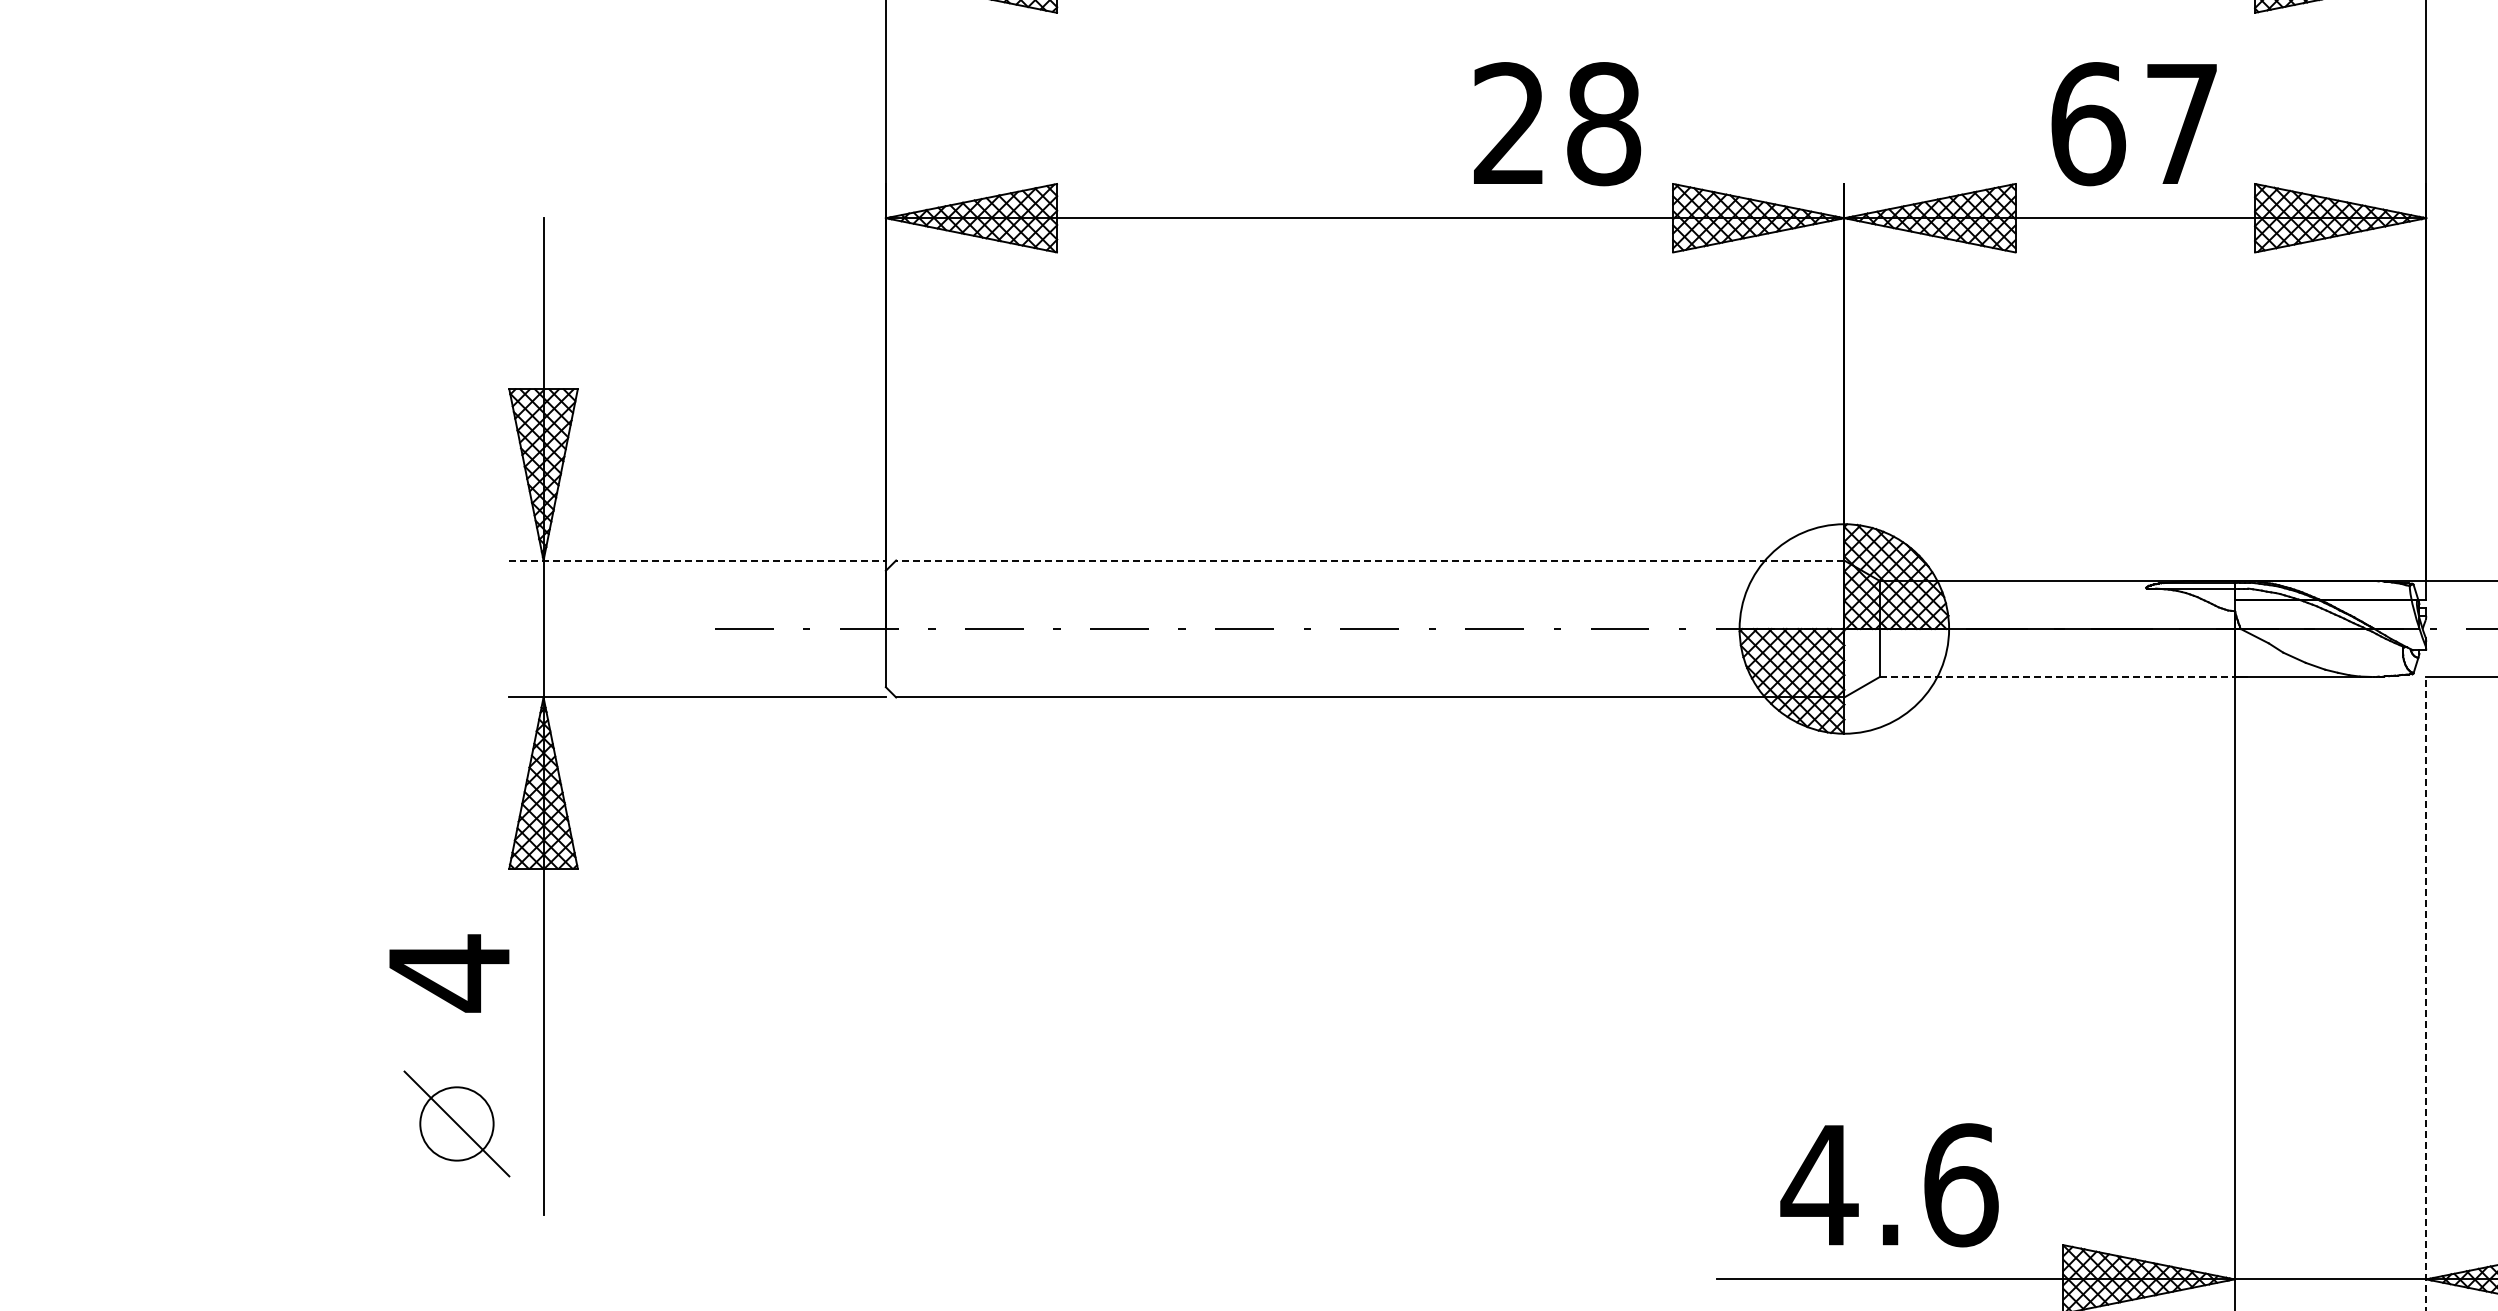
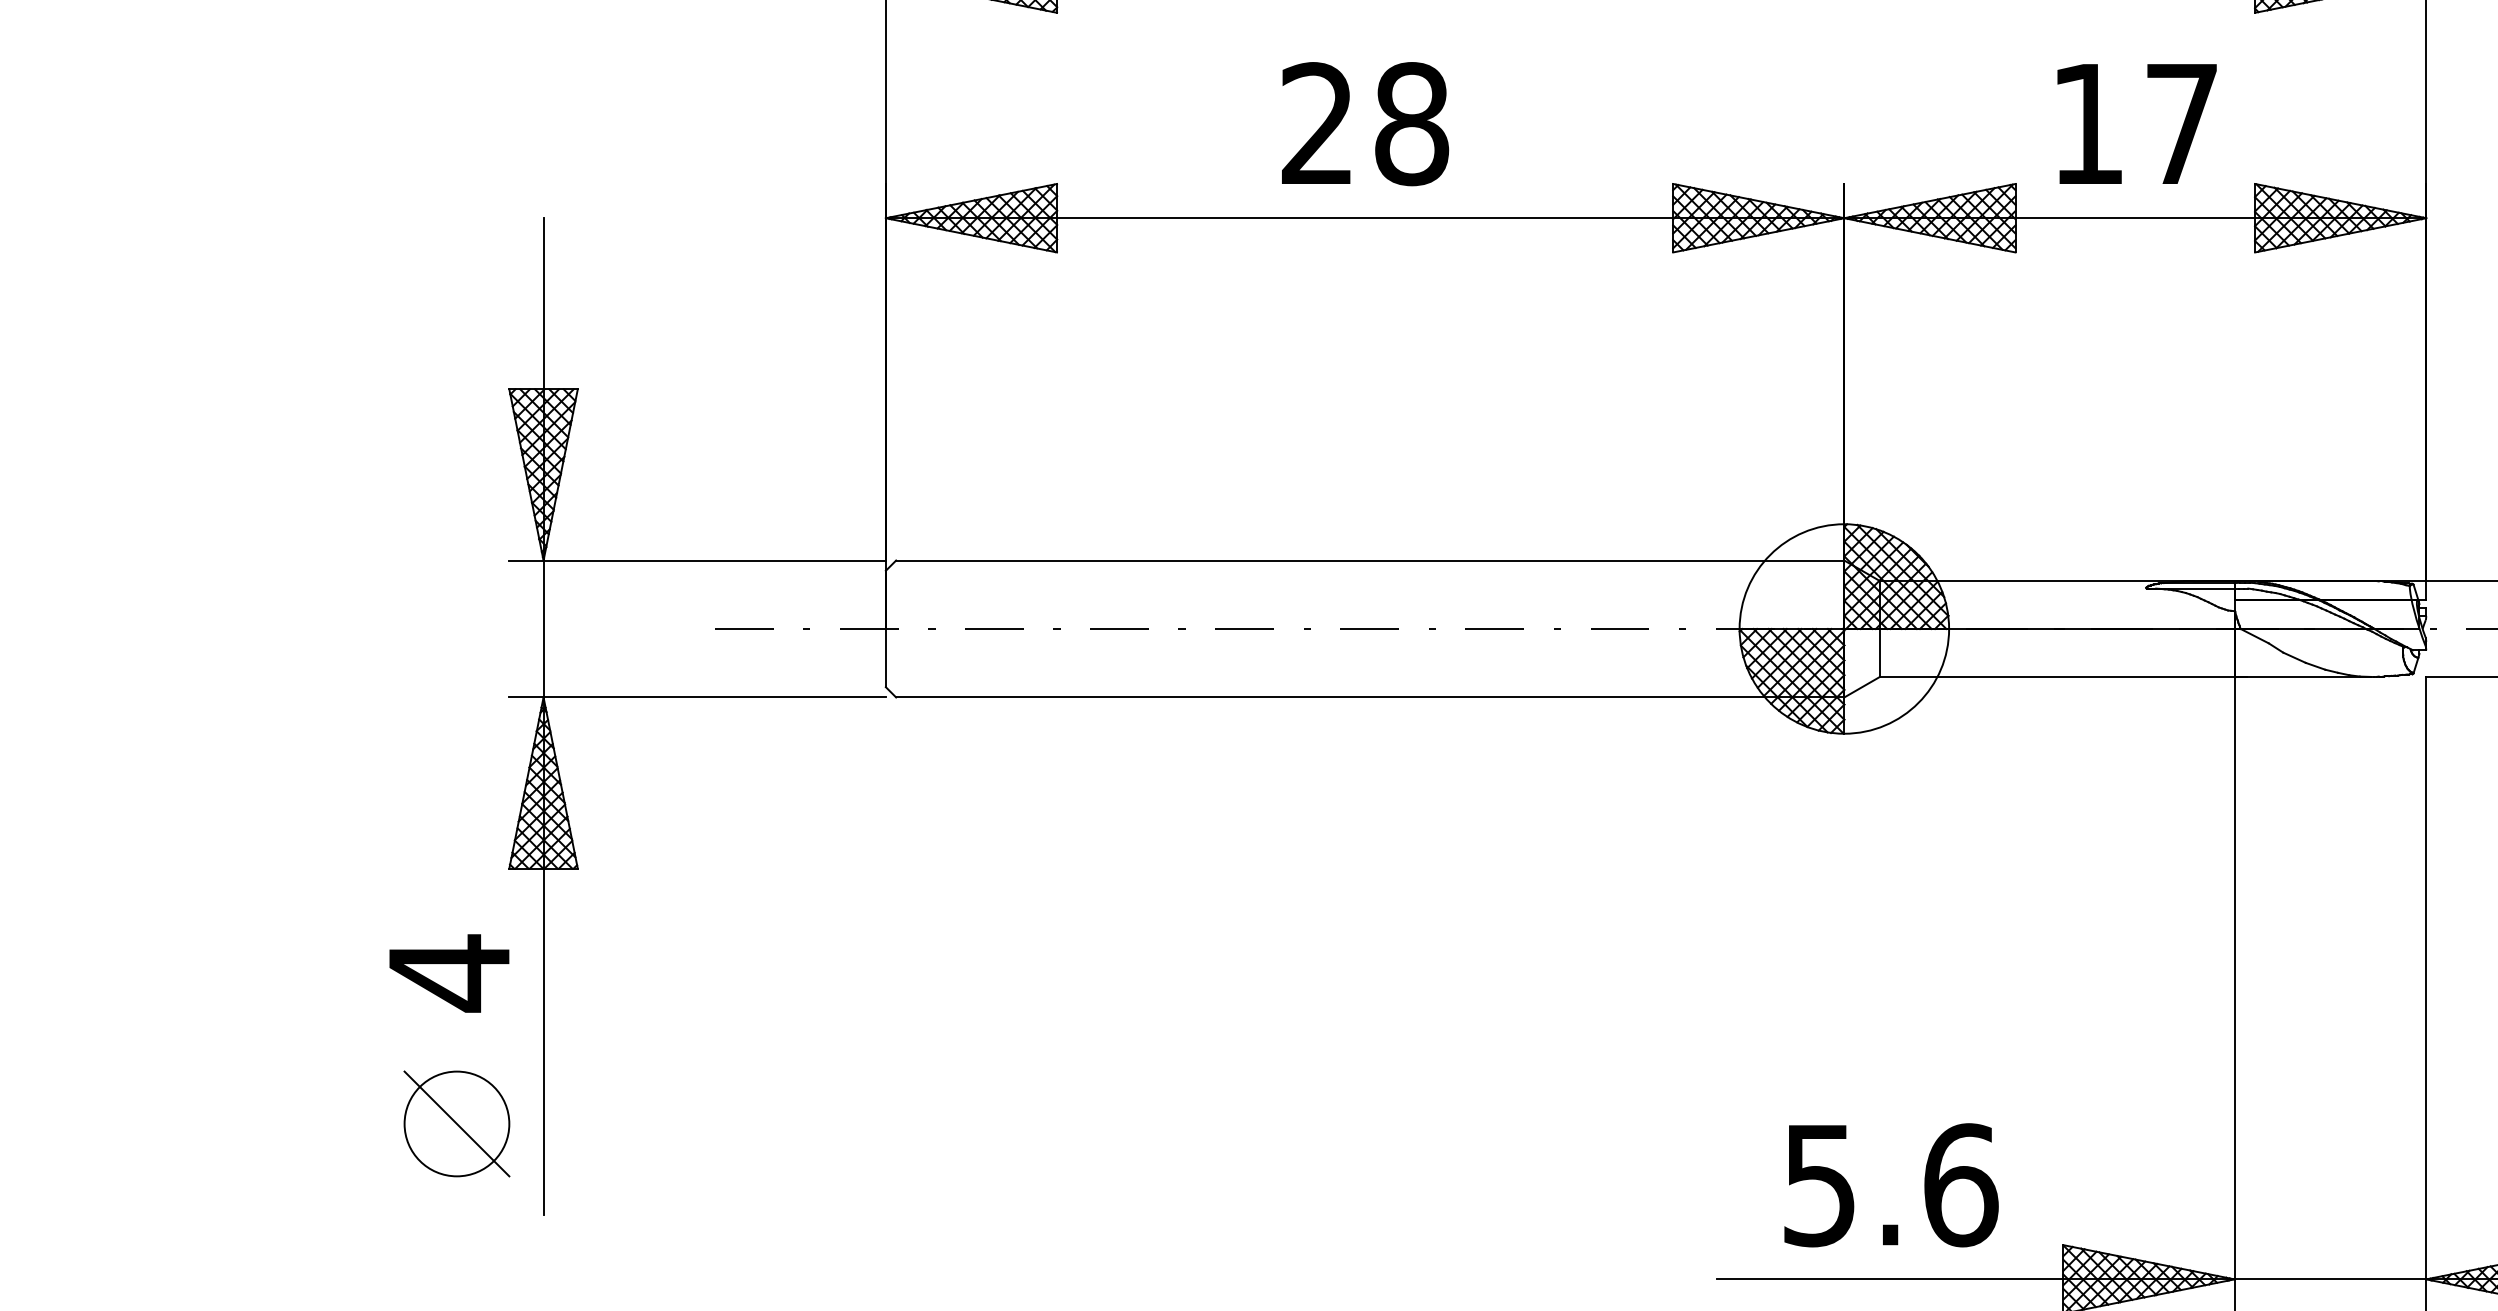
text at (1557, 124) position: (1557, 124) -> (1365, 124)
text at (2088, 124): 67 -> 17
line at (698, 560): dashed -> solid
line at (1369, 560): dashed -> solid
line at (2057, 676): dashed -> solid
line at (2426, 993): dashed -> solid
circle at (456, 1123) diameter: 73 px -> 105 px
text at (1819, 1186): 4.6 -> 5.6
